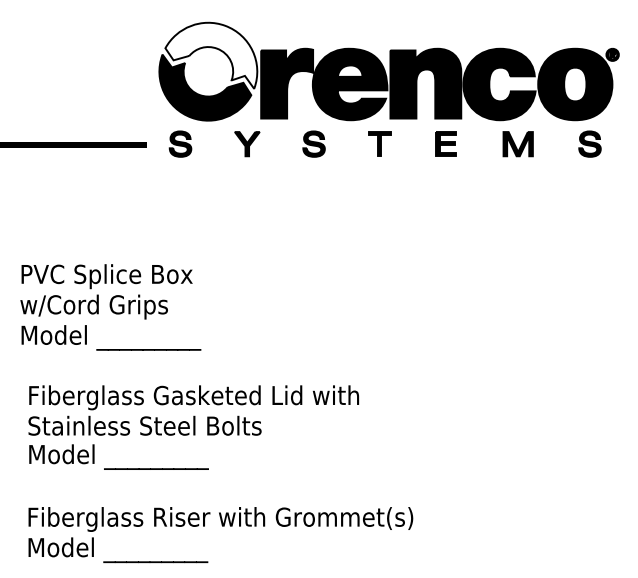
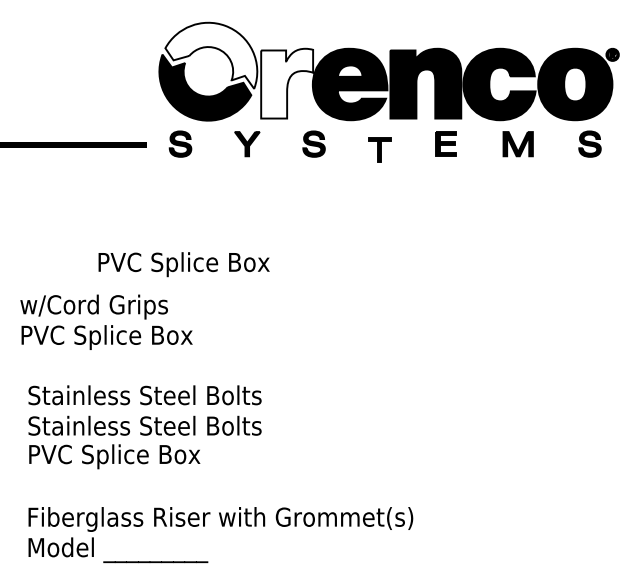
fill at (287, 83): present -> none
part at (379, 143) position: (379, 143) -> (379, 149)
text at (106, 276) position: (106, 276) -> (183, 264)
text at (112, 337): Model _________ -> PVC Splice Box
text at (193, 397): Fiberglass Gasketed Lid with -> Stainless Steel Bolts
text at (119, 456): Model _________ -> PVC Splice Box
